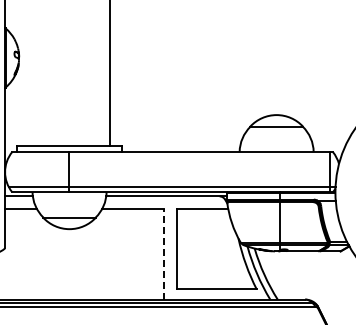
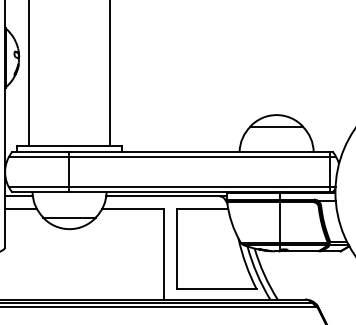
line at (29, 73): none -> present
line at (172, 157): none -> present
line at (164, 253): dashed -> solid
